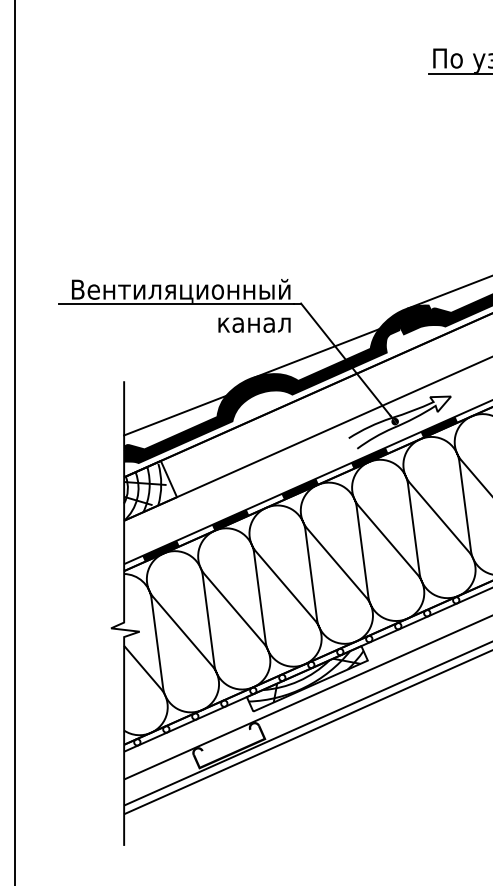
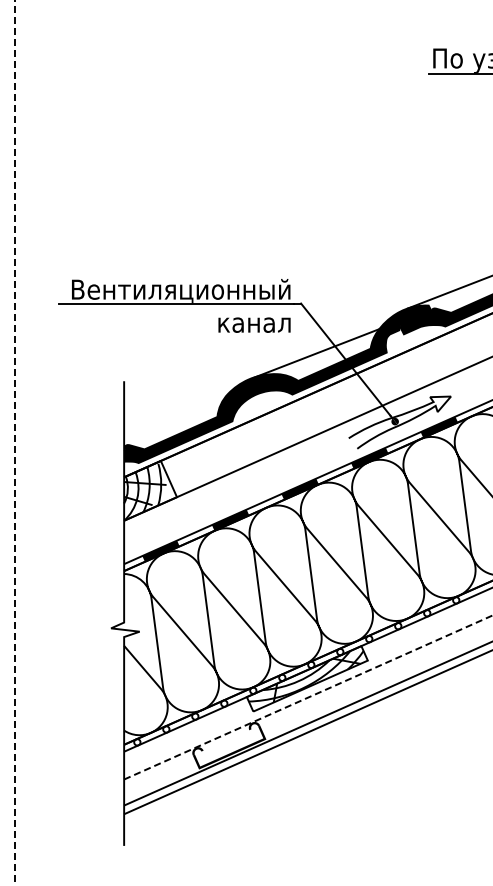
line at (175, 415): present -> none
line at (14, 442): solid -> dashed
line at (308, 697): solid -> dashed
